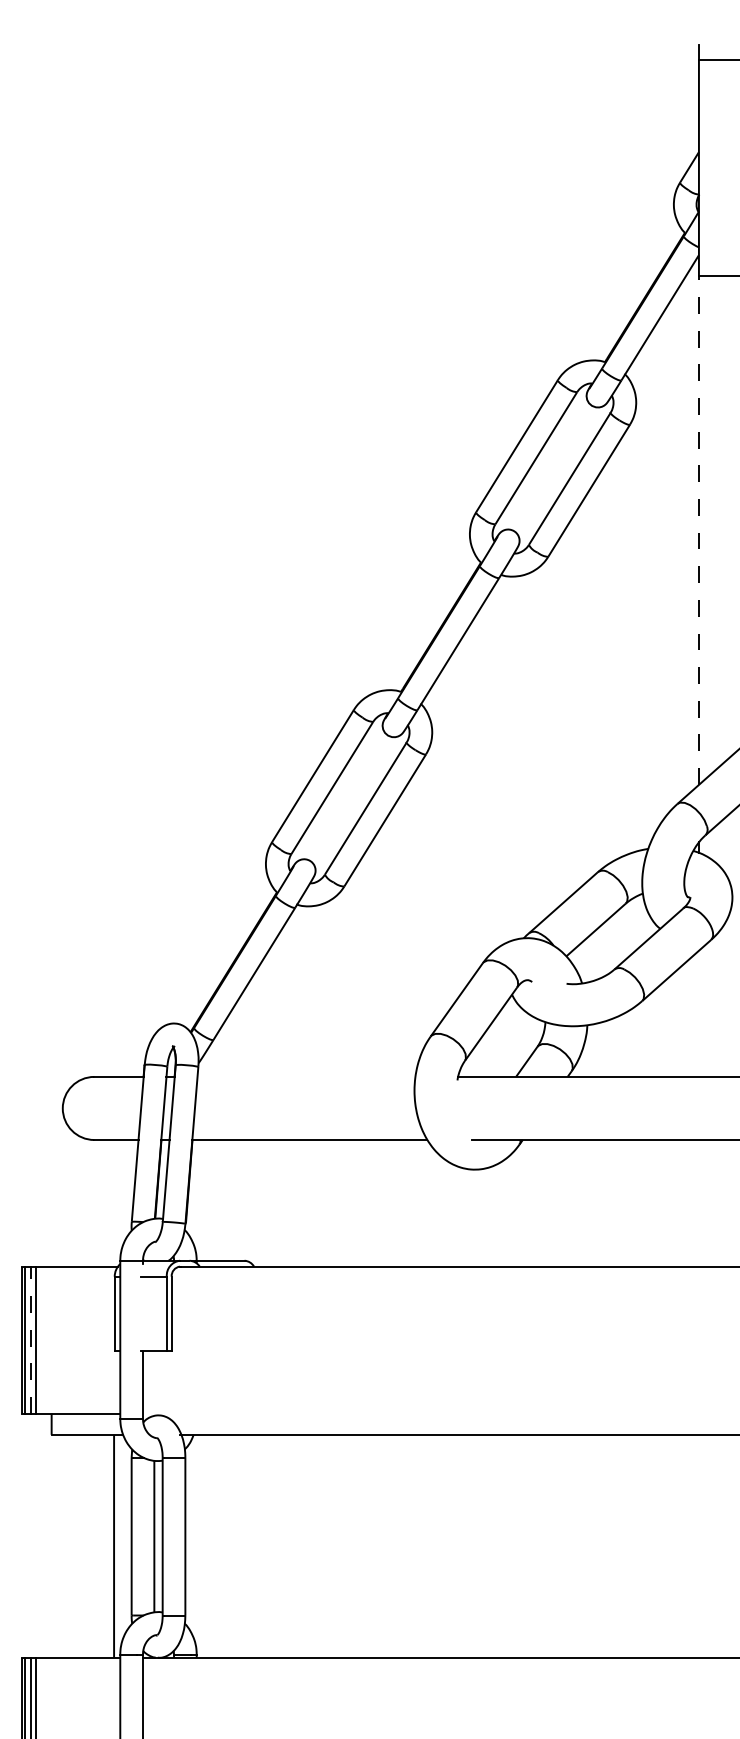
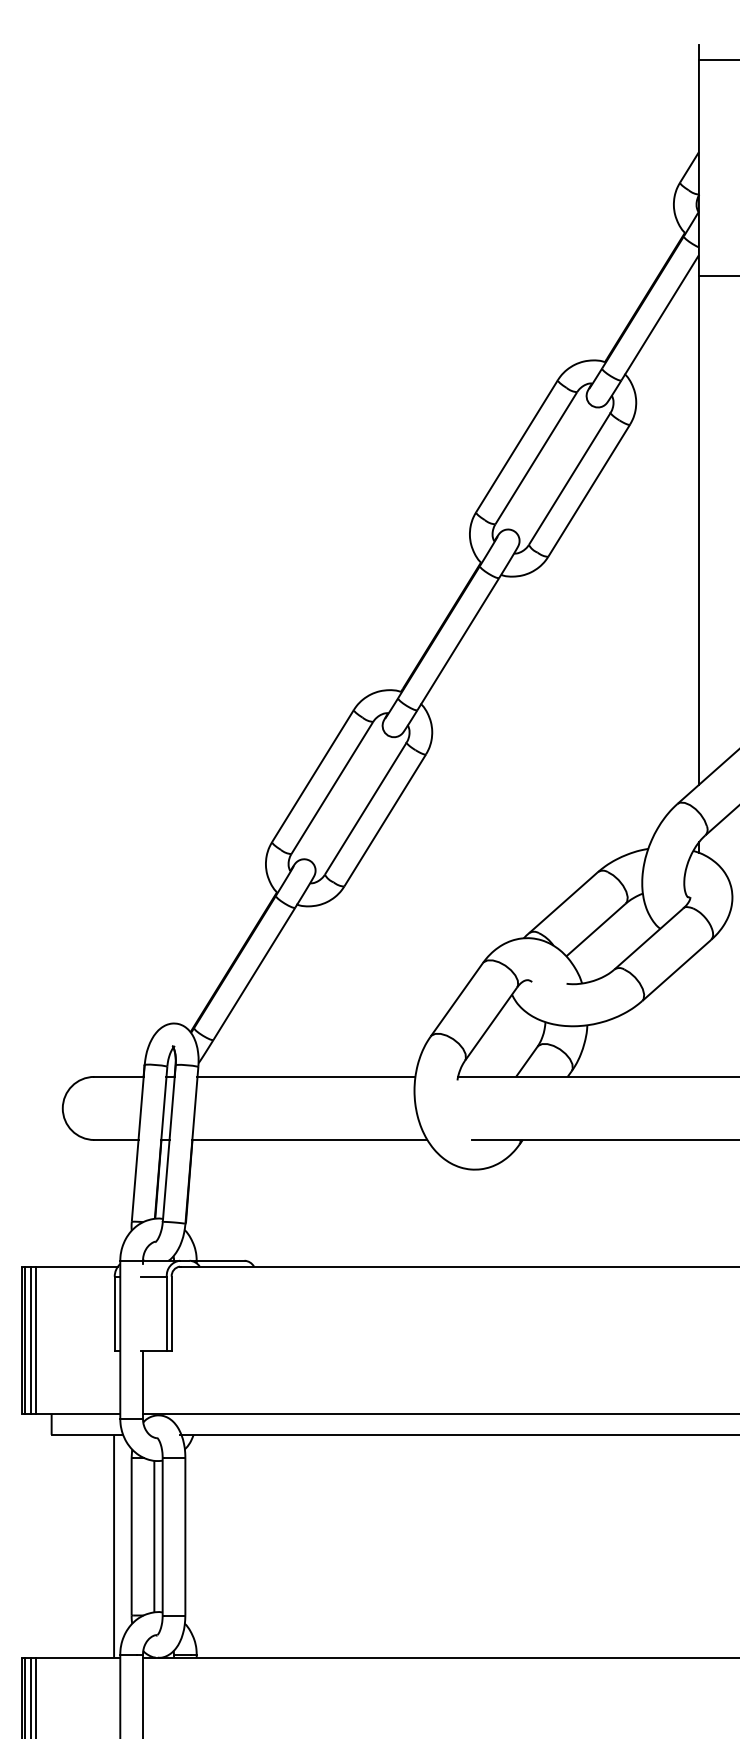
line at (698, 530): dashed -> solid
line at (306, 1076): none -> present
line at (30, 1340): dashed -> solid
line at (439, 1413): none -> present
